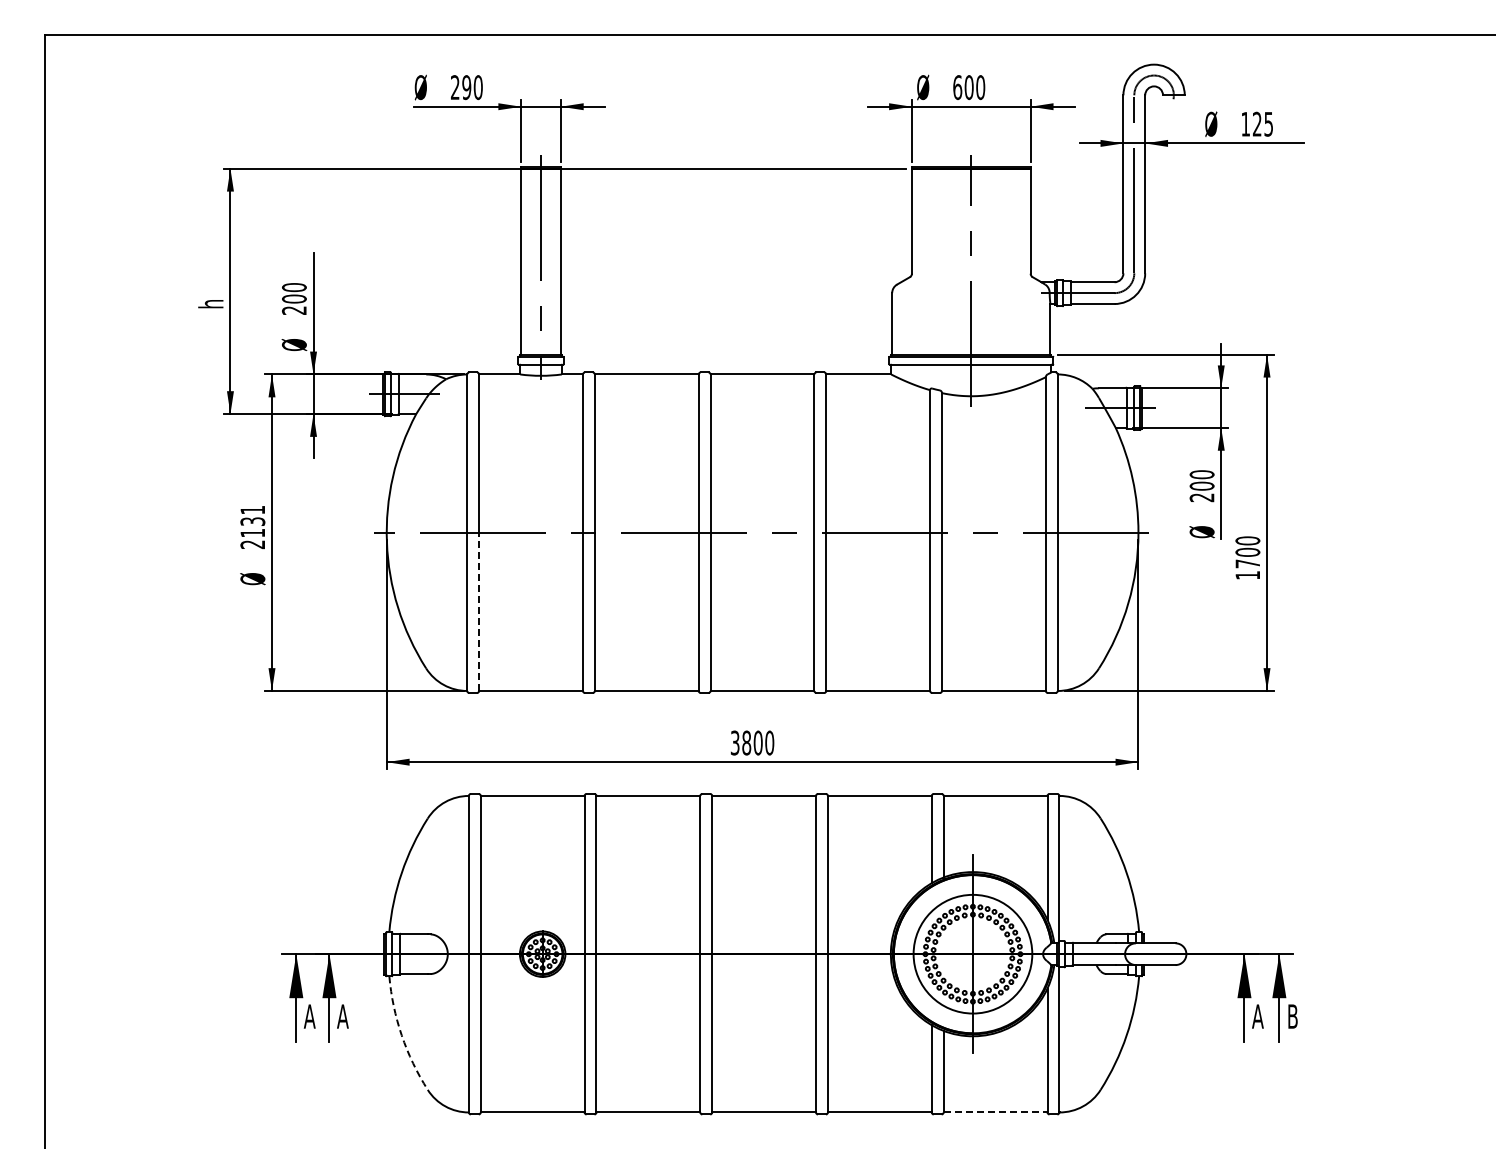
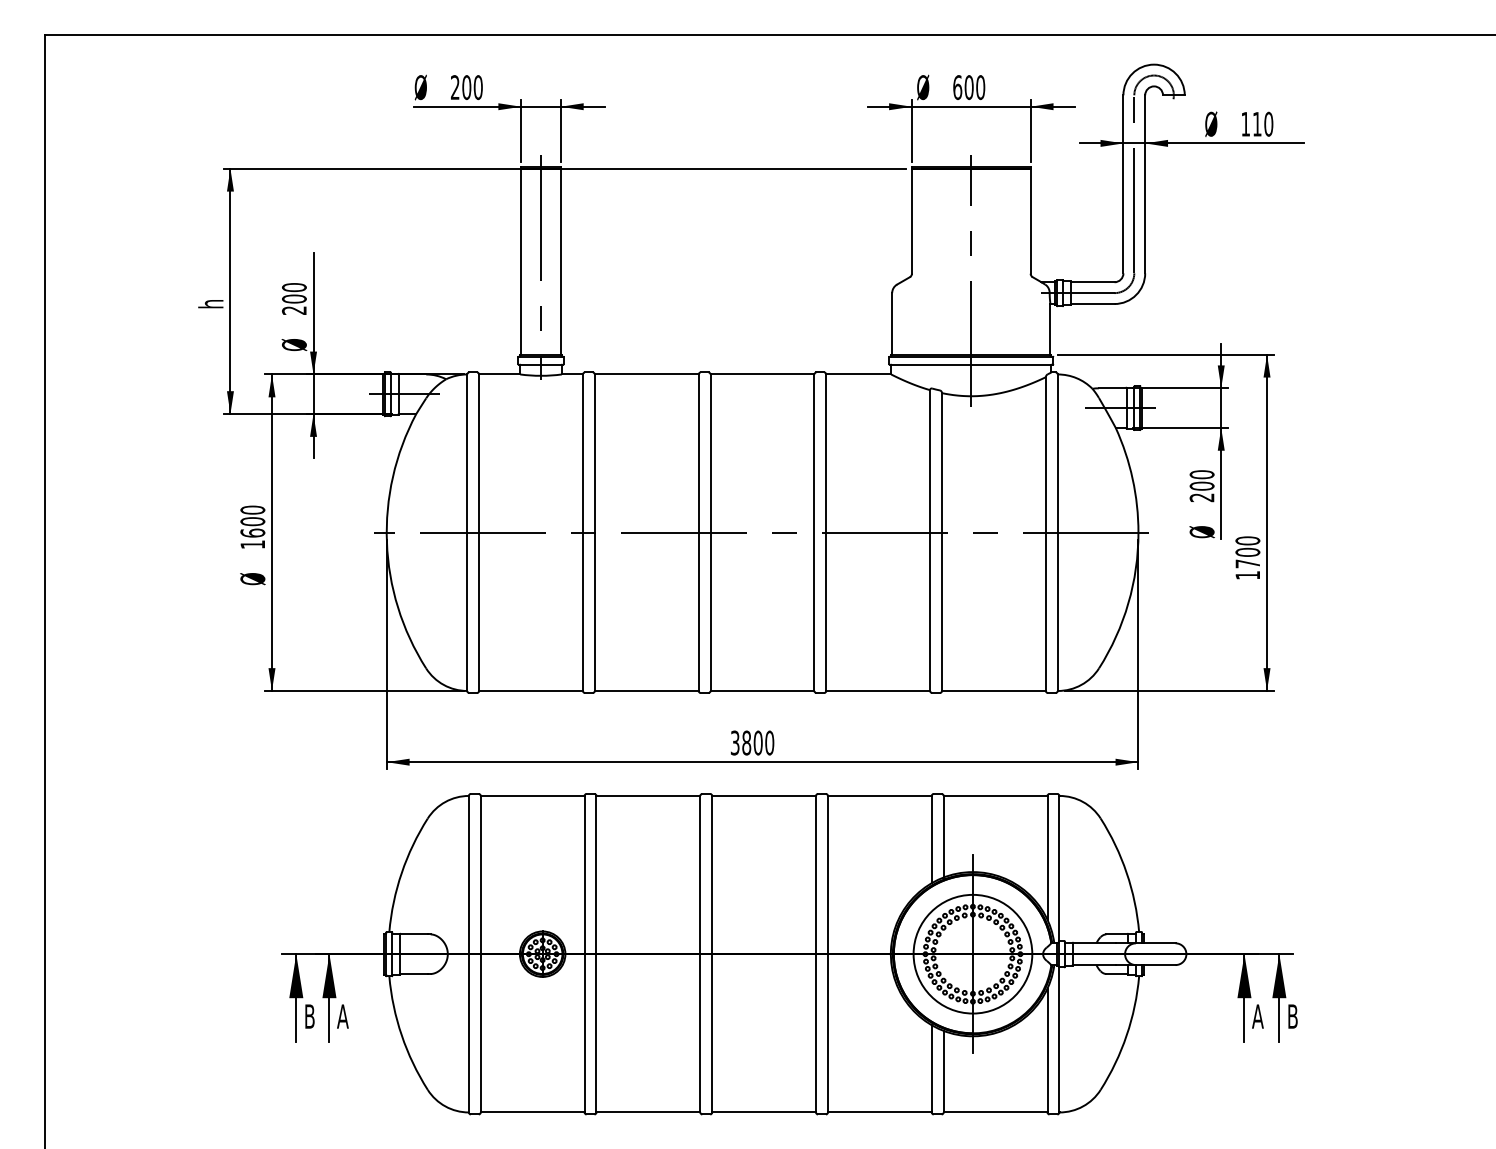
text at (466, 87): 290 -> 200
text at (1262, 123): 125 -> 110
text at (252, 527): 2131 -> 1600
line at (479, 611): dashed -> solid
text at (309, 1016): A -> B
arc at (401, 1035): dashed -> solid
line at (995, 1112): dashed -> solid
